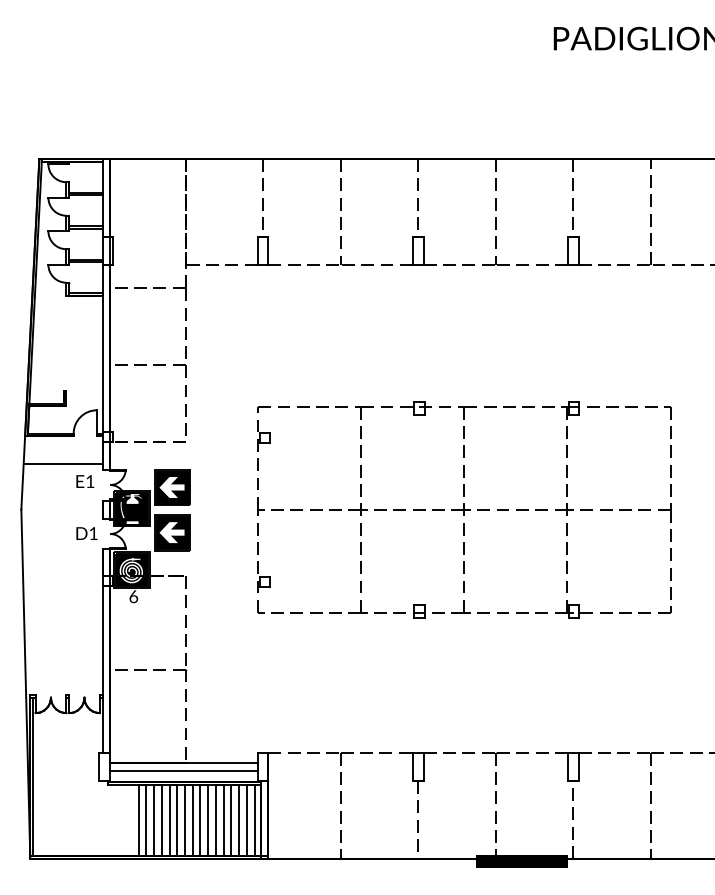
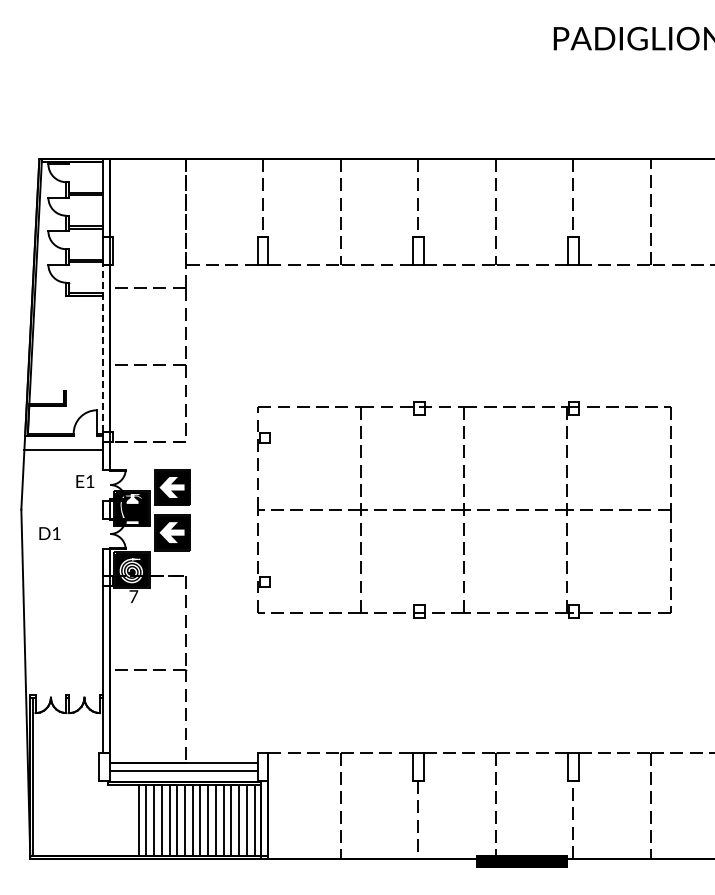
line at (102, 347): solid -> dashed
line at (62, 464) position: (62, 464) -> (62, 450)
text at (86, 533) position: (86, 533) -> (49, 533)
text at (133, 596): 6 -> 7
